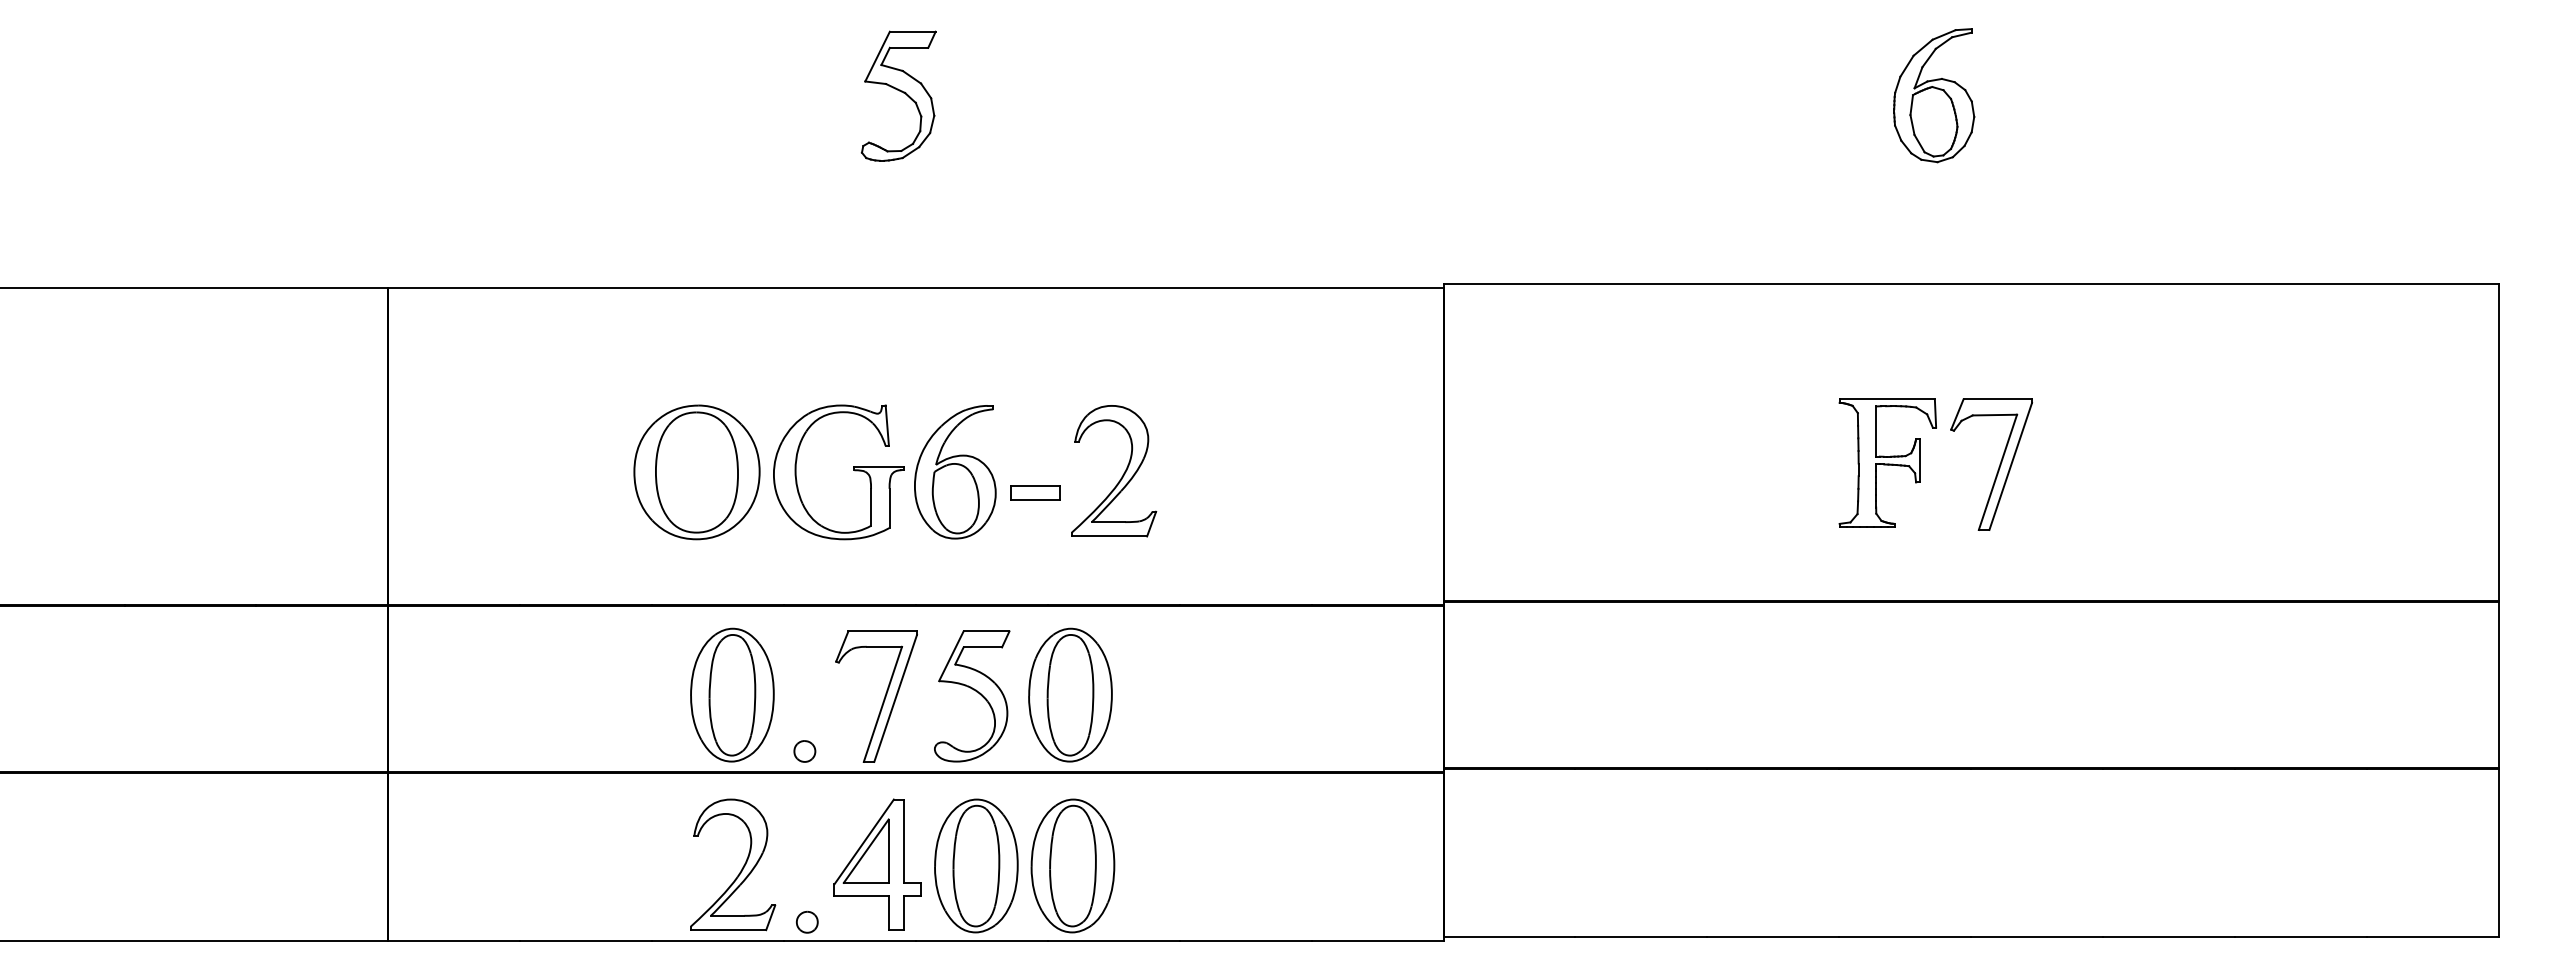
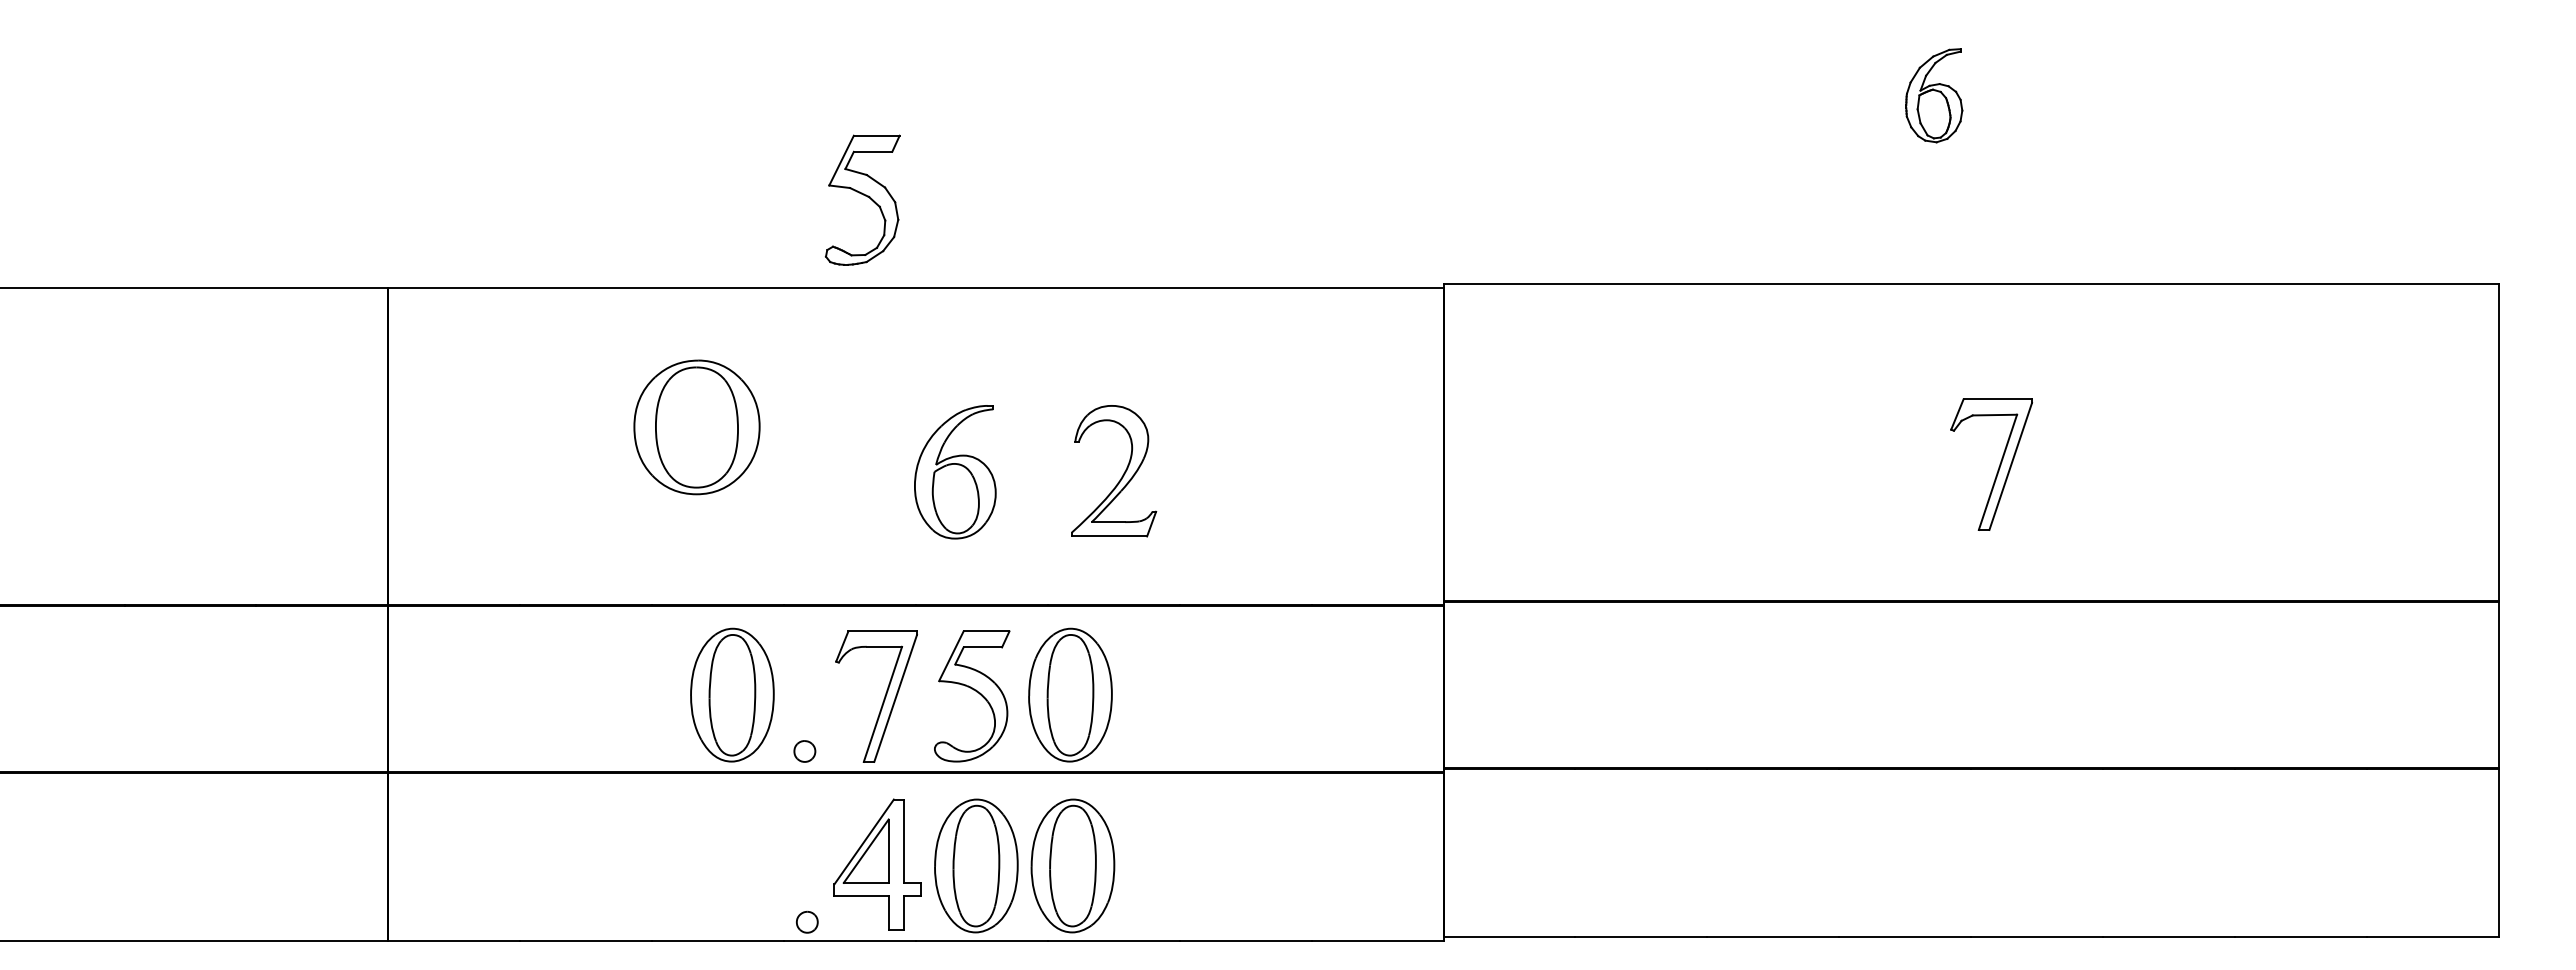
part at (898, 95) position: (898, 95) -> (862, 199)
part at (1934, 95) size: 83x136 px -> 59x96 px
part at (1887, 462): present -> none
part at (853, 470): present -> none
part at (696, 472) position: (696, 472) -> (696, 427)
part at (1035, 492): present -> none
part at (741, 868): present -> none
